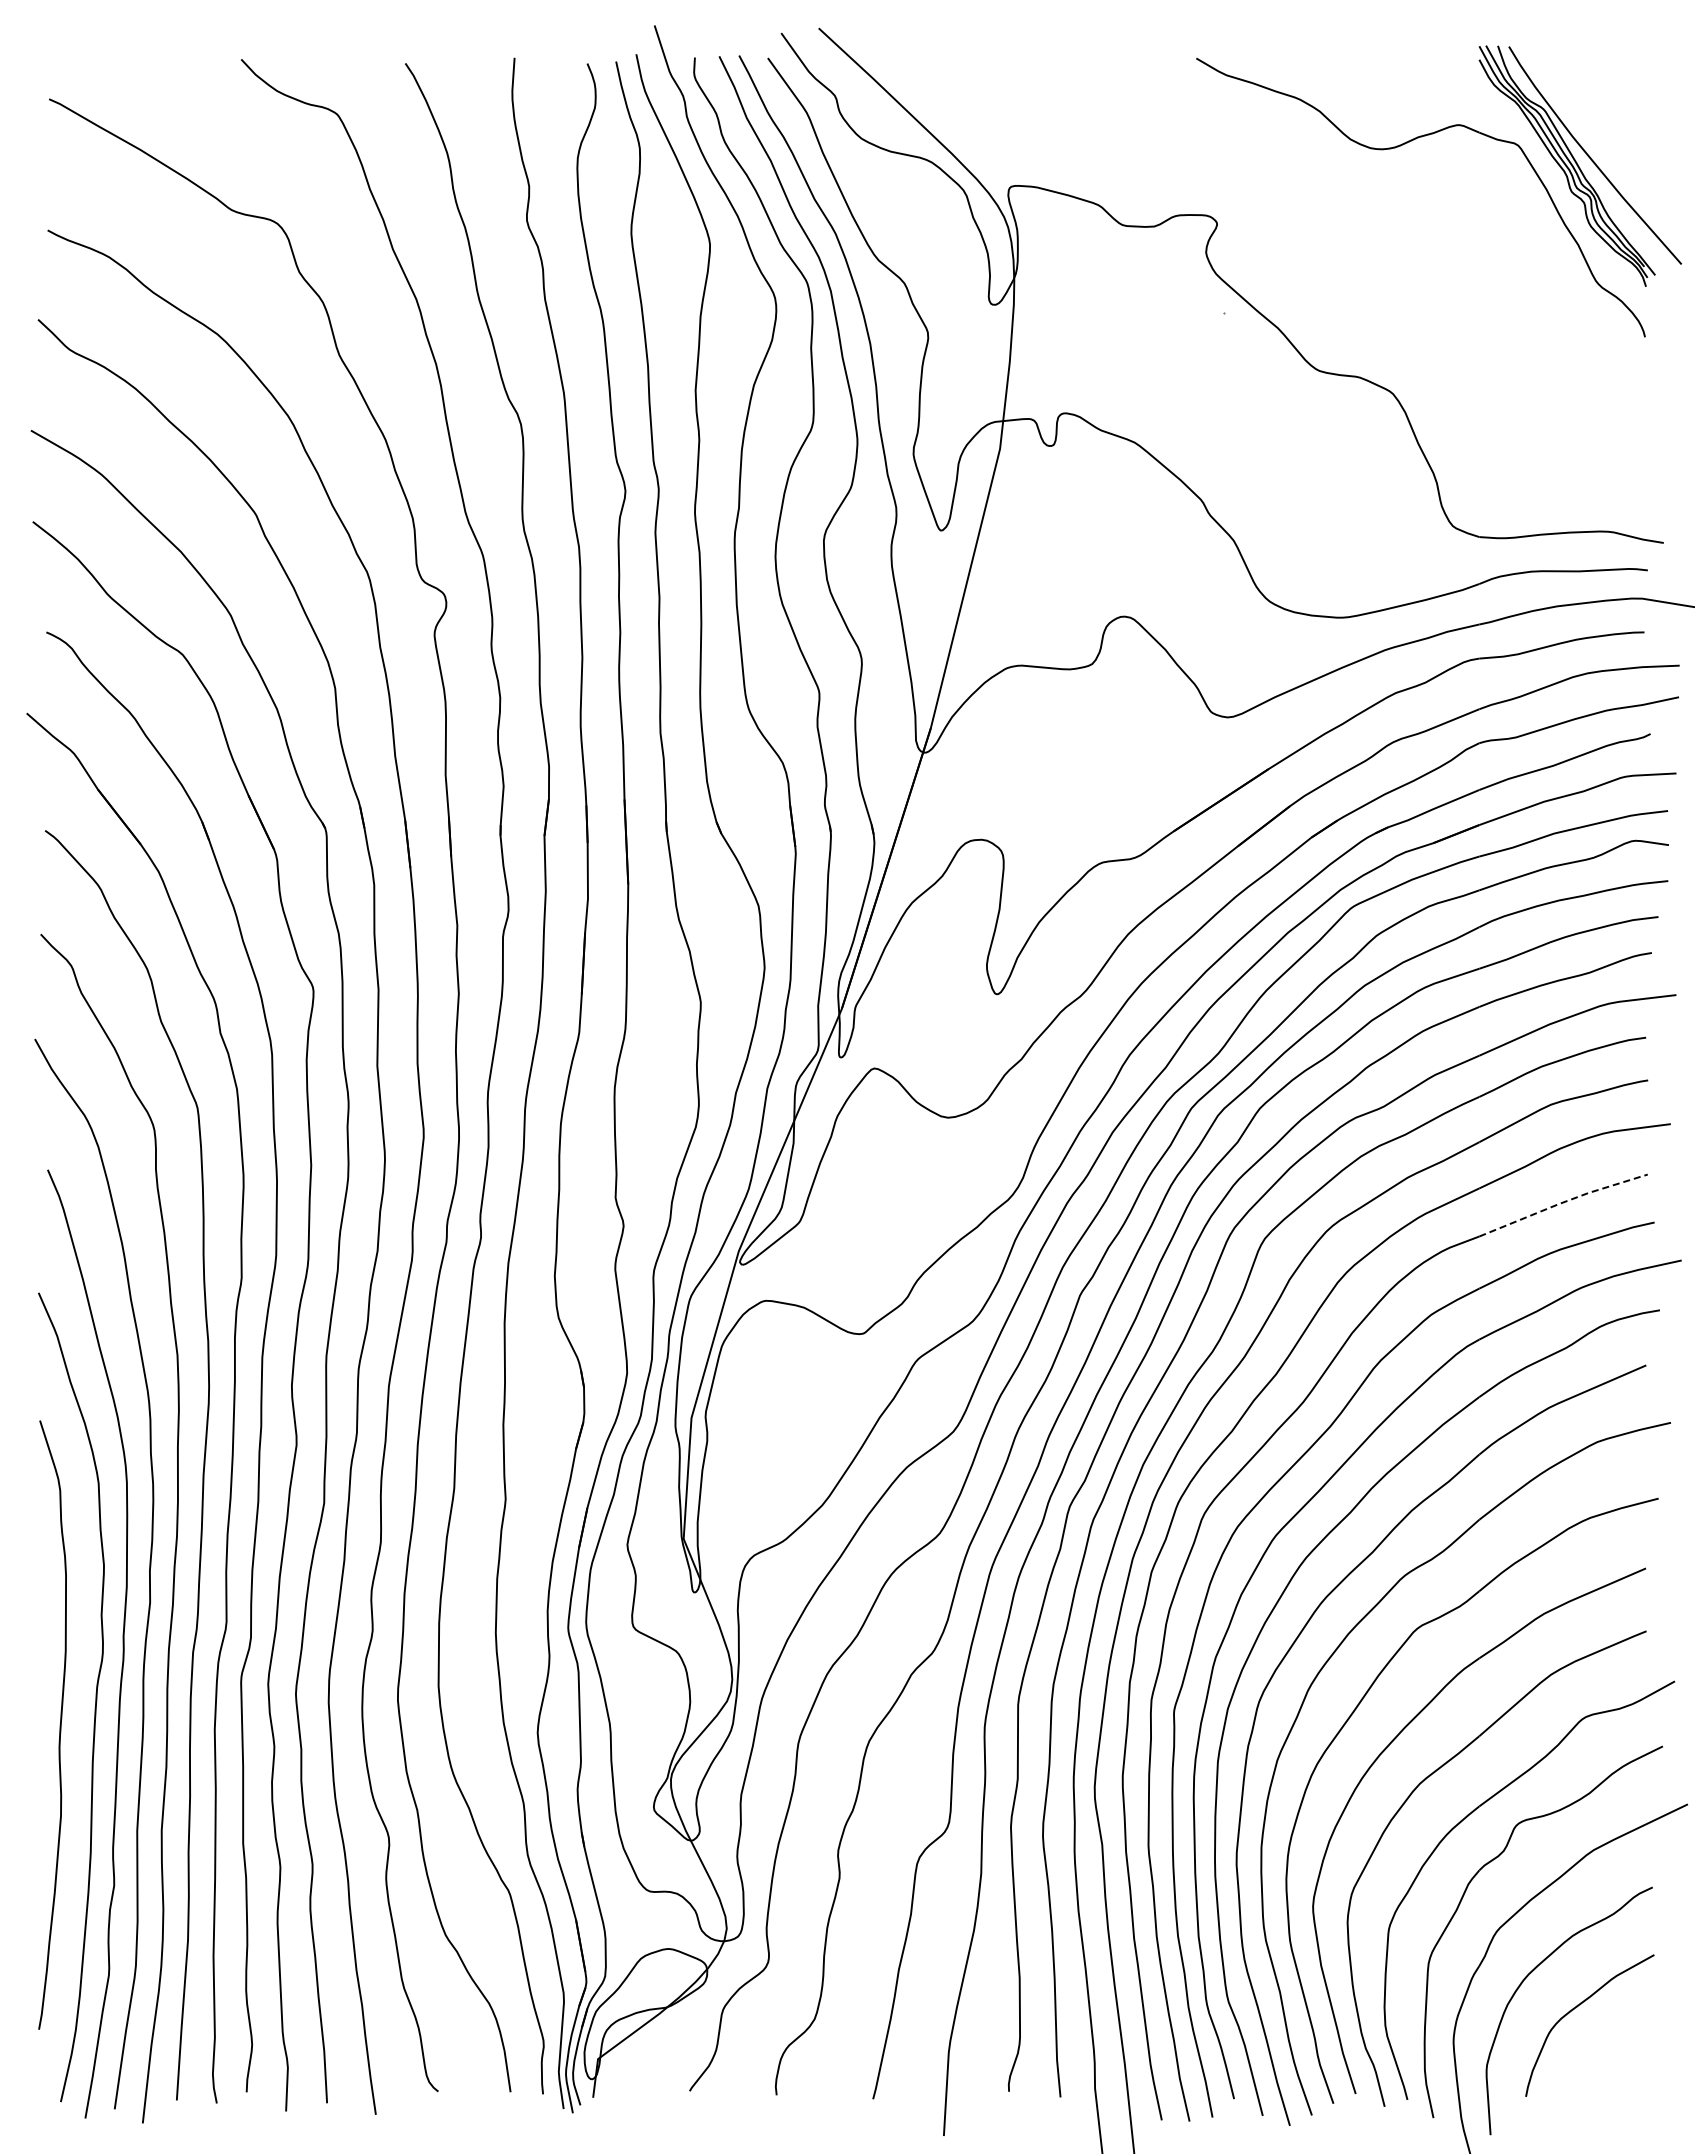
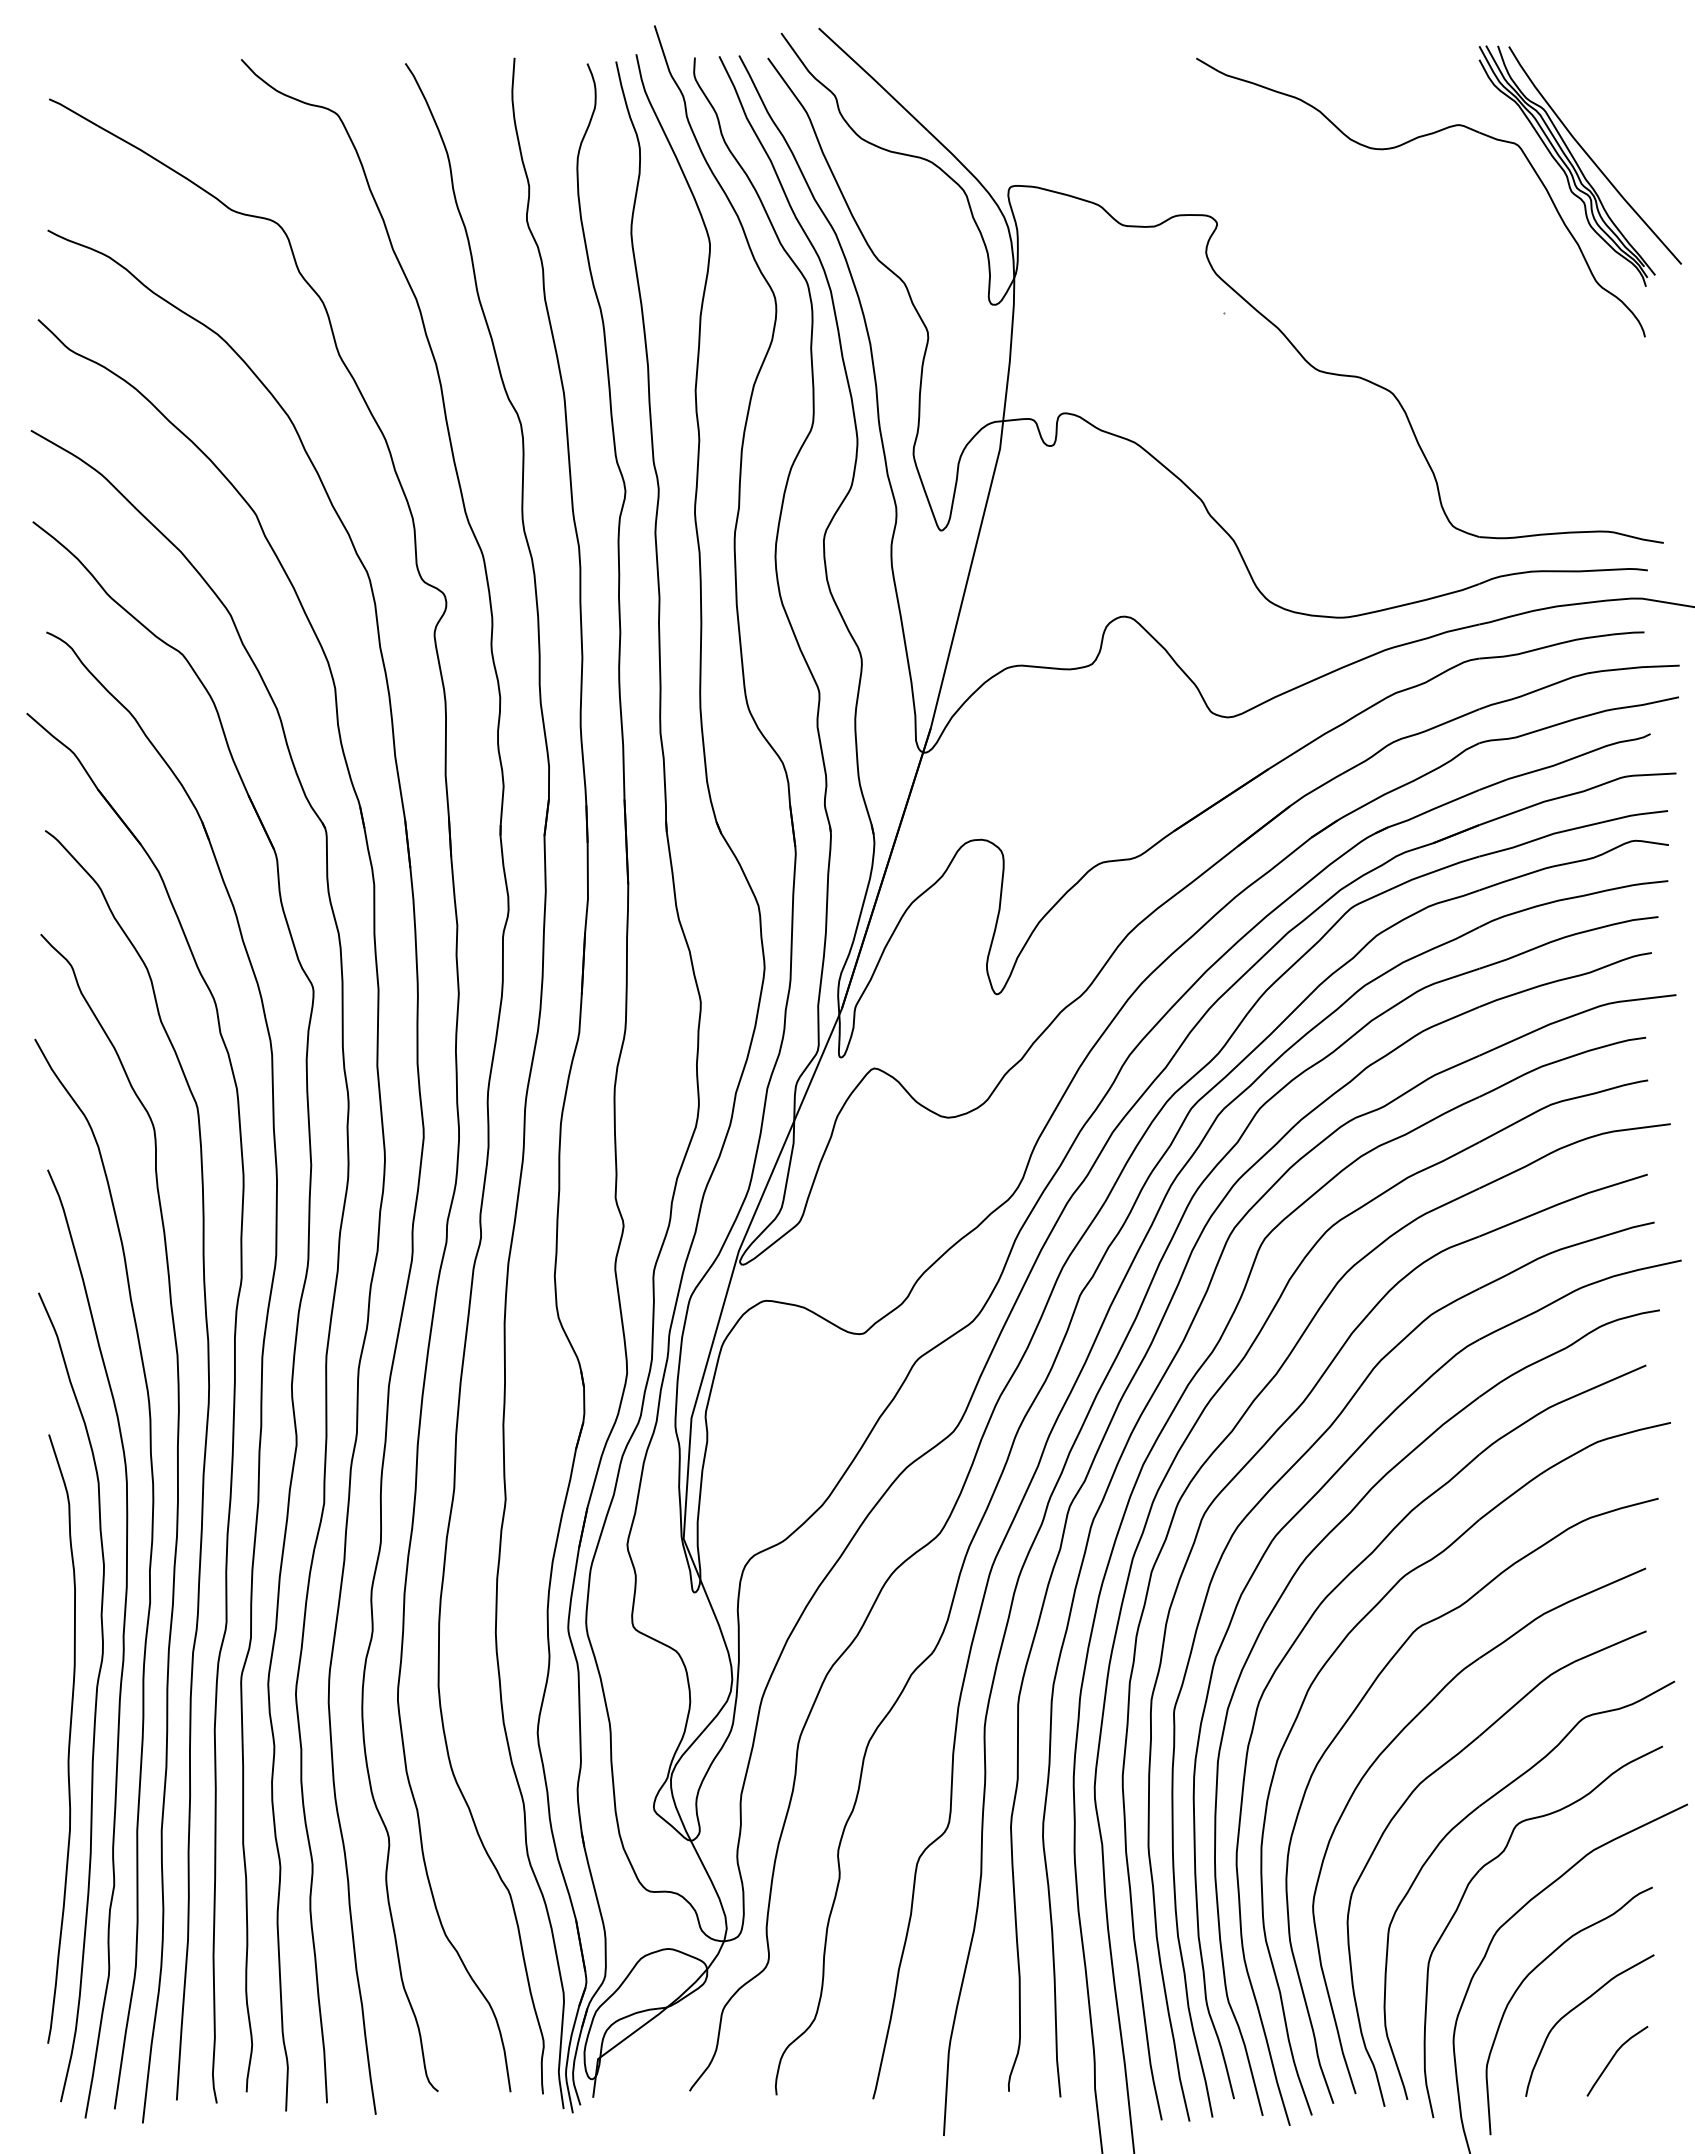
line at (1562, 1202): dashed -> solid
curve at (59, 1724) position: (59, 1724) -> (68, 1738)
curve at (1613, 2058): none -> present
